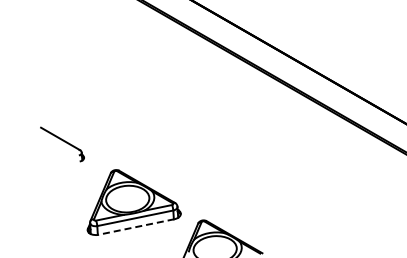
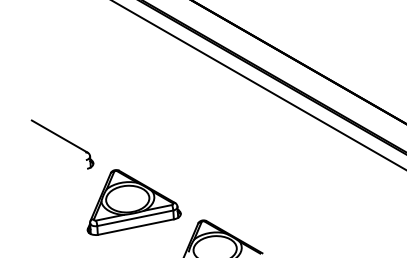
line at (258, 85): none -> present
part at (62, 144) size: 45x37 px -> 65x51 px
line at (136, 227): dashed -> solid
